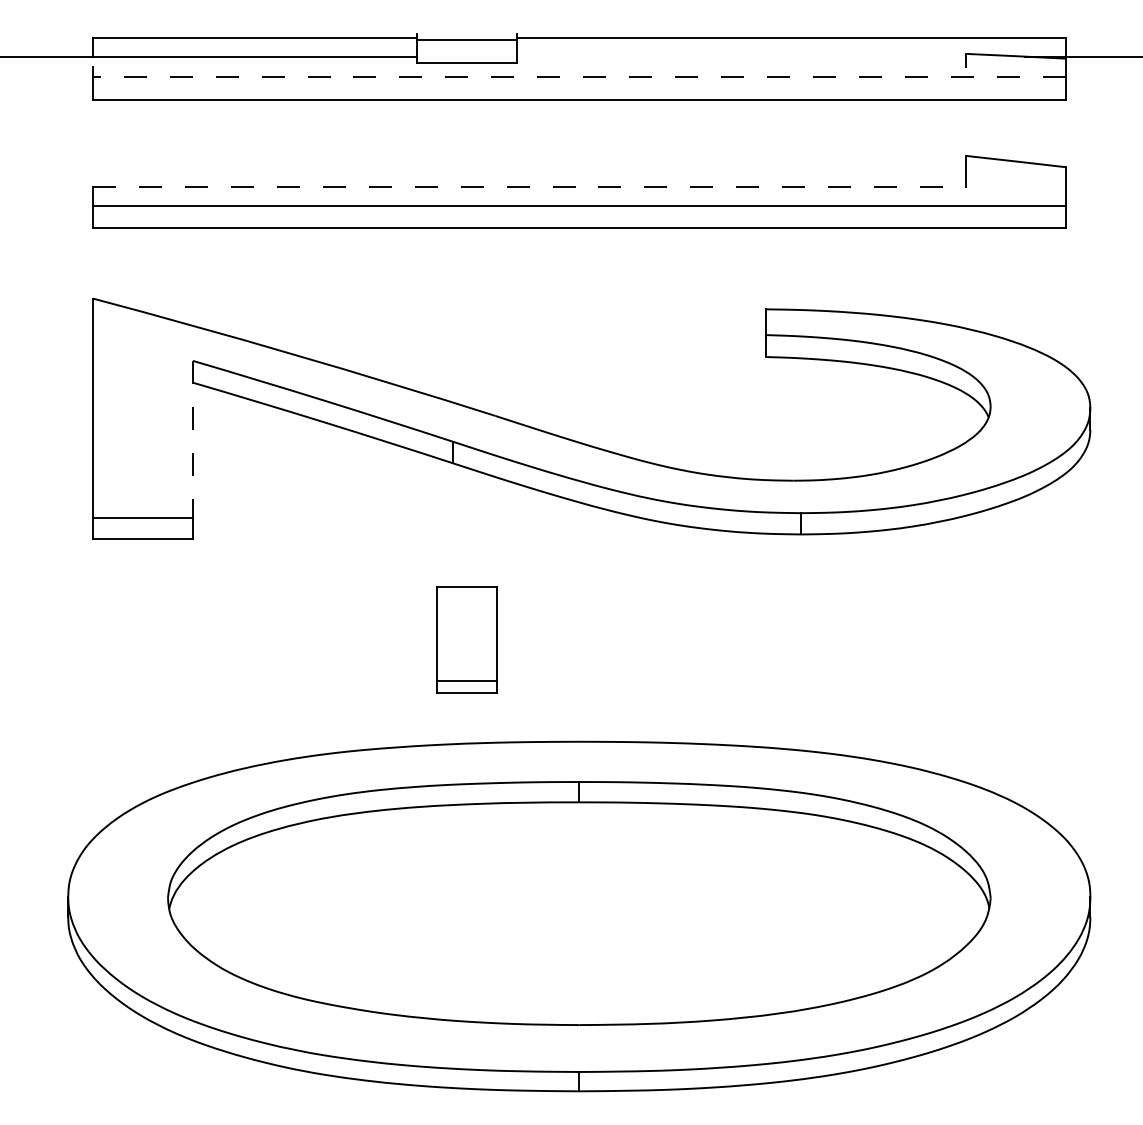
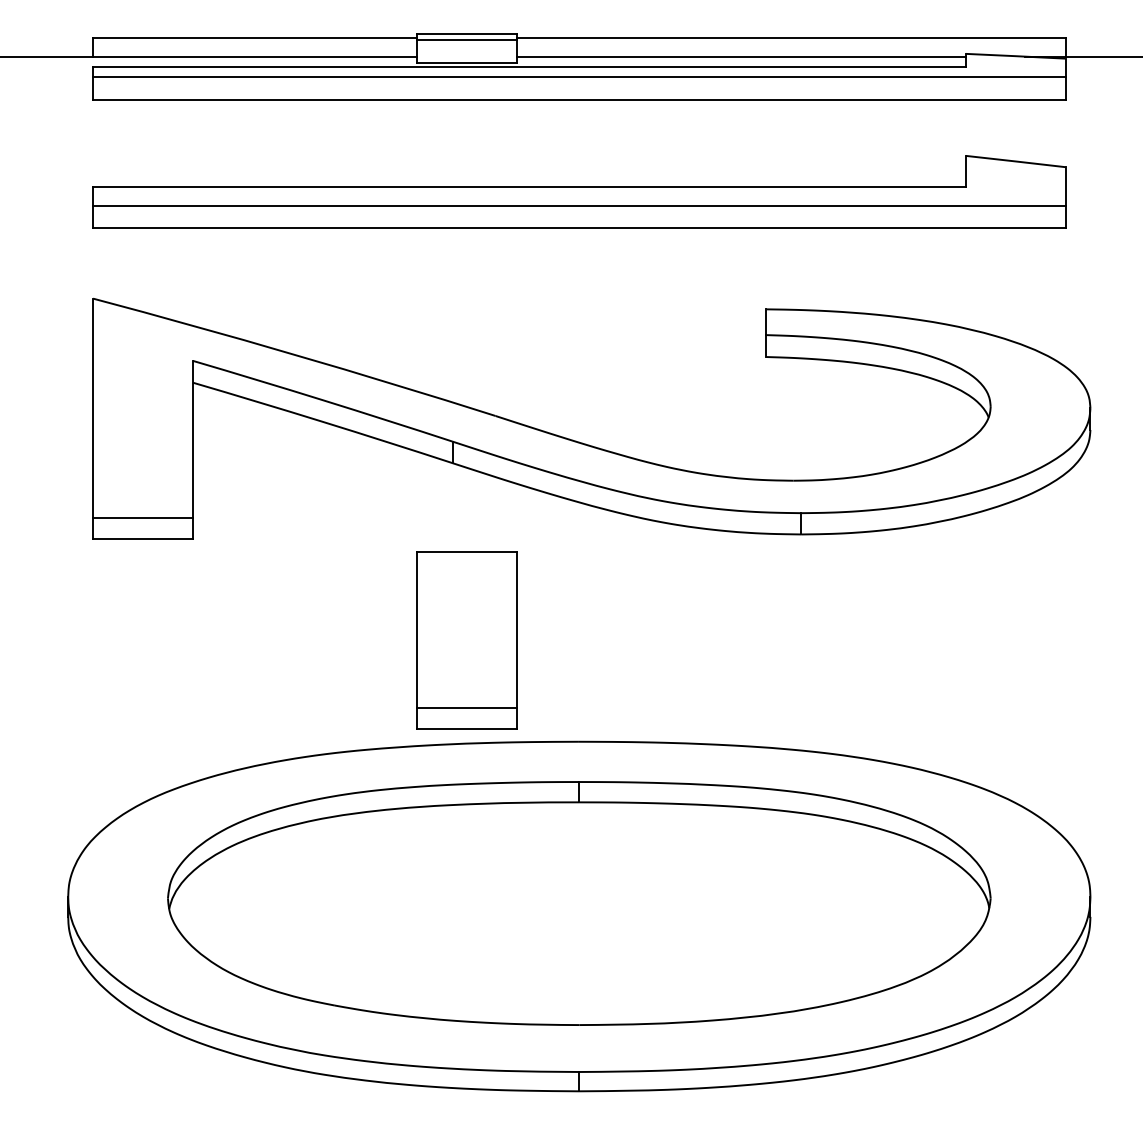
line at (467, 33): none -> present
line at (741, 56): none -> present
line at (529, 67): none -> present
line at (578, 76): dashed -> solid
line at (529, 186): dashed -> solid
line at (192, 439): dashed -> solid
part at (466, 639) size: 62x108 px -> 102x179 px
